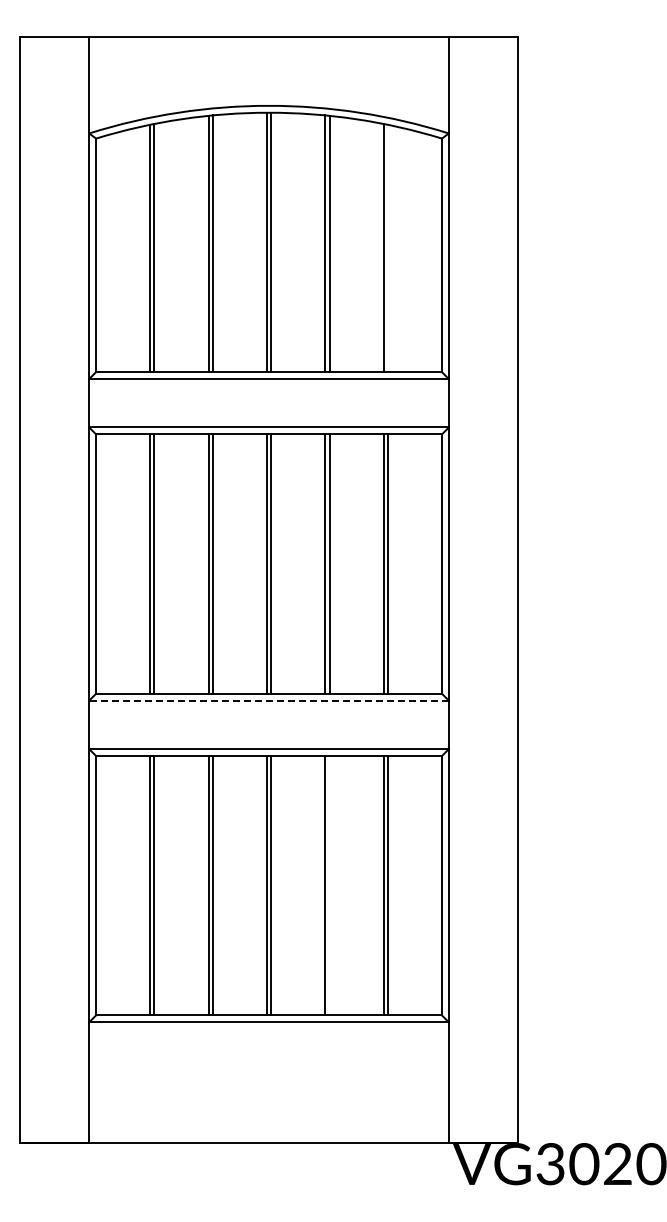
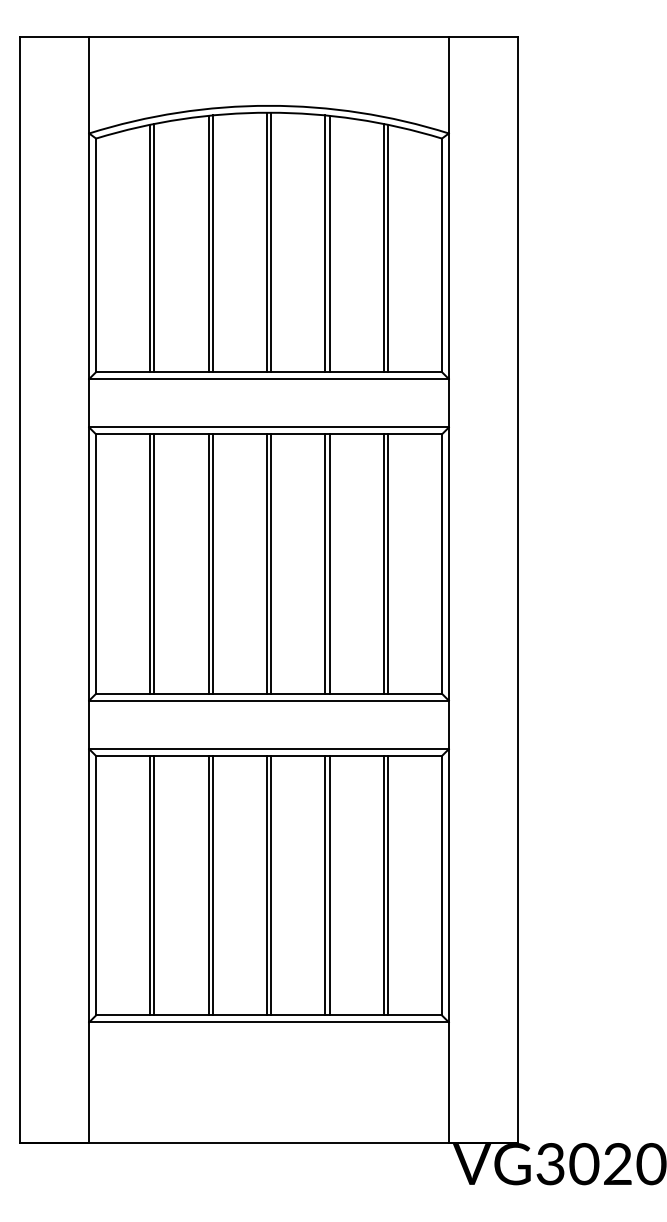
line at (387, 248): none -> present
line at (269, 700): dashed -> solid
line at (329, 885): none -> present
